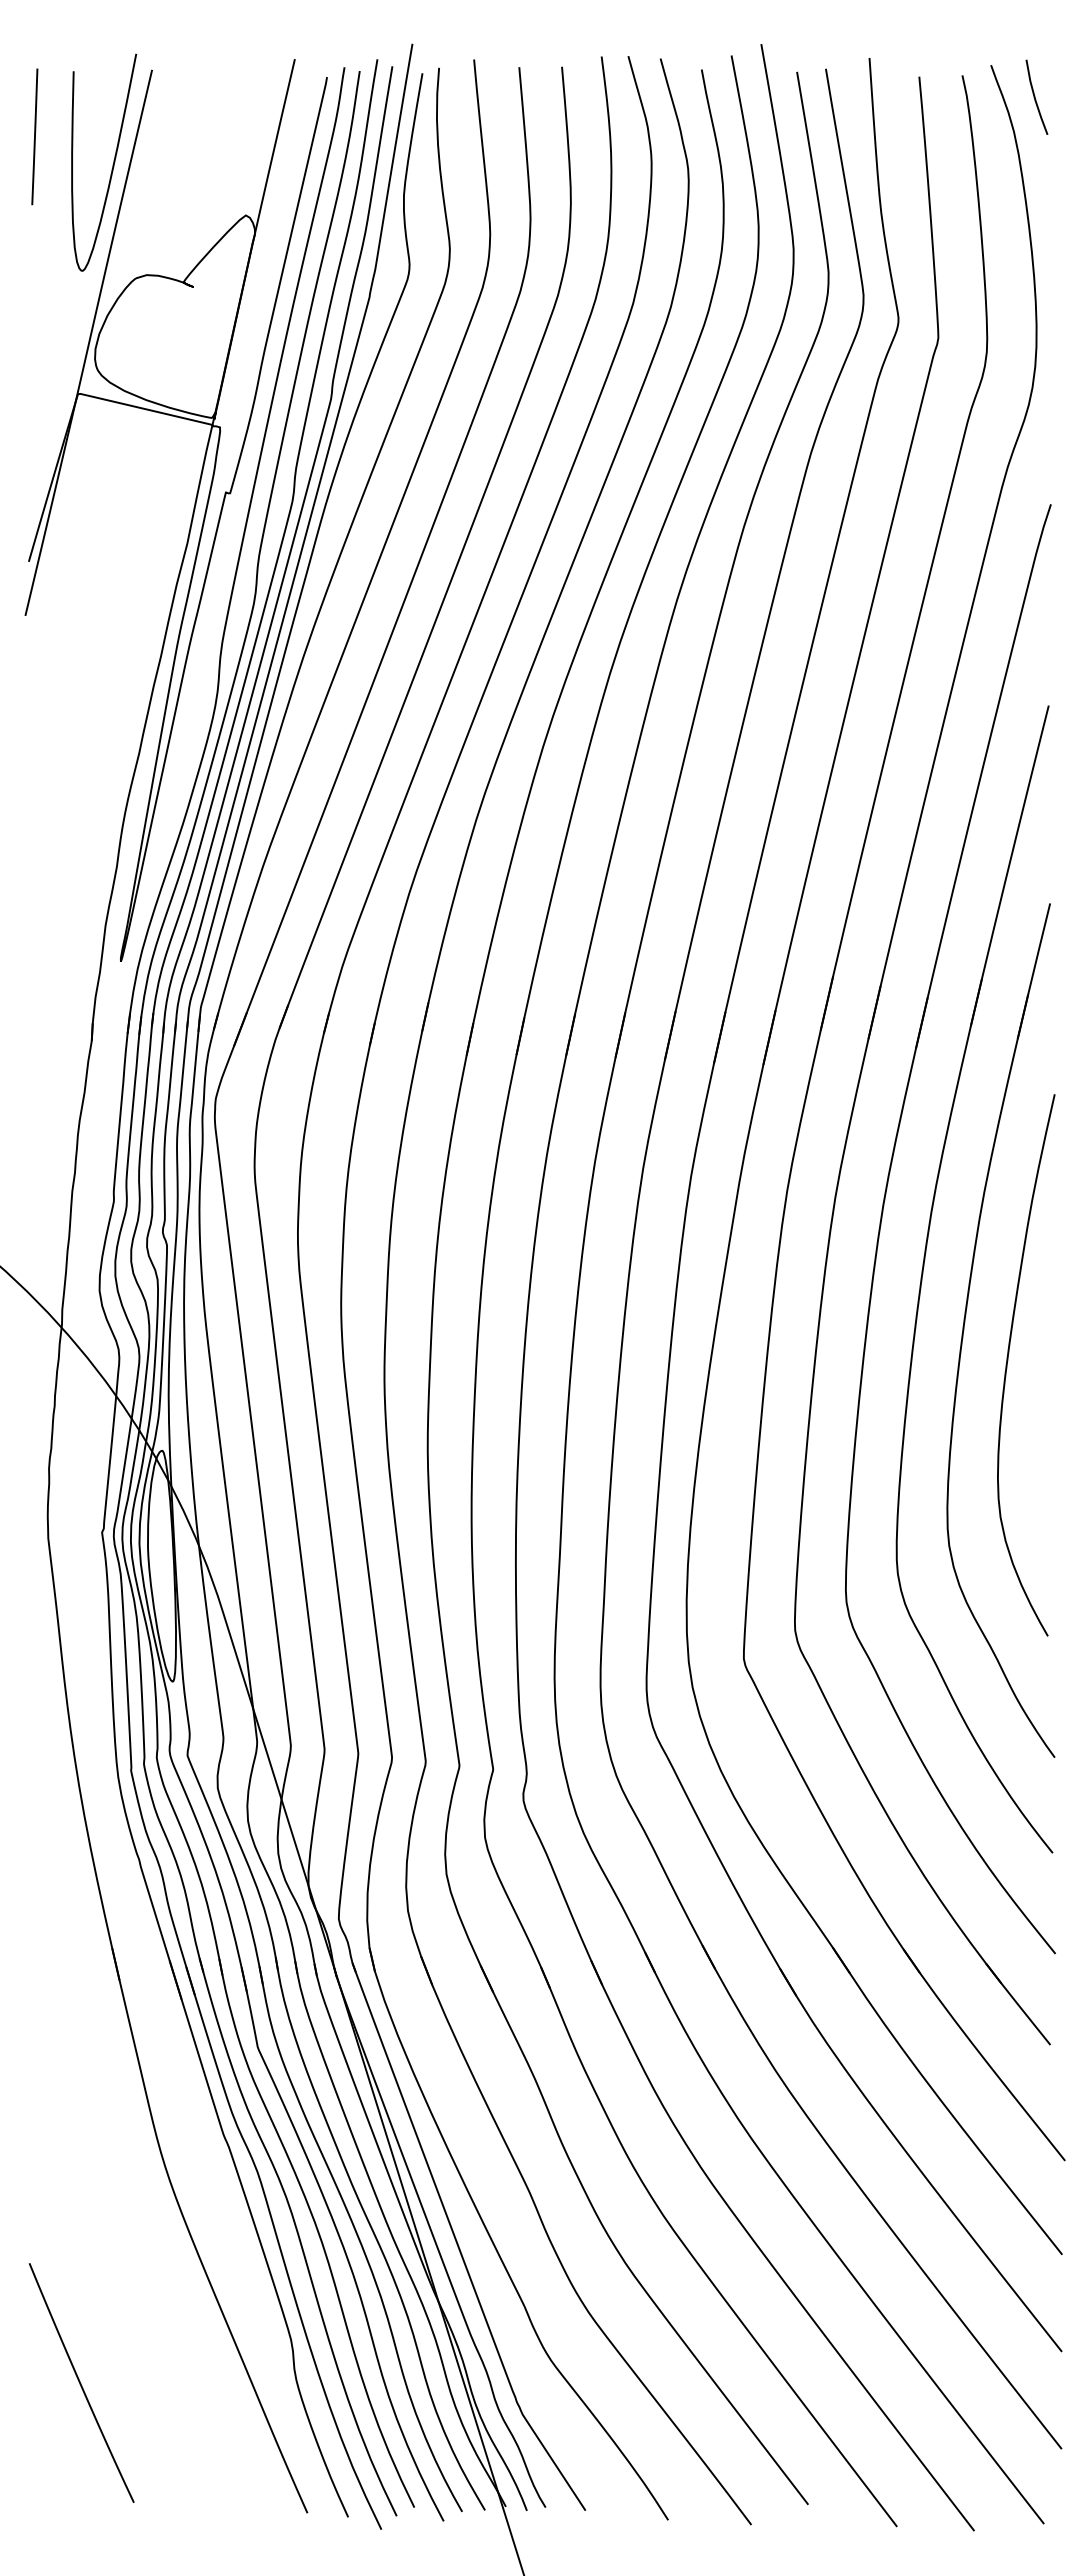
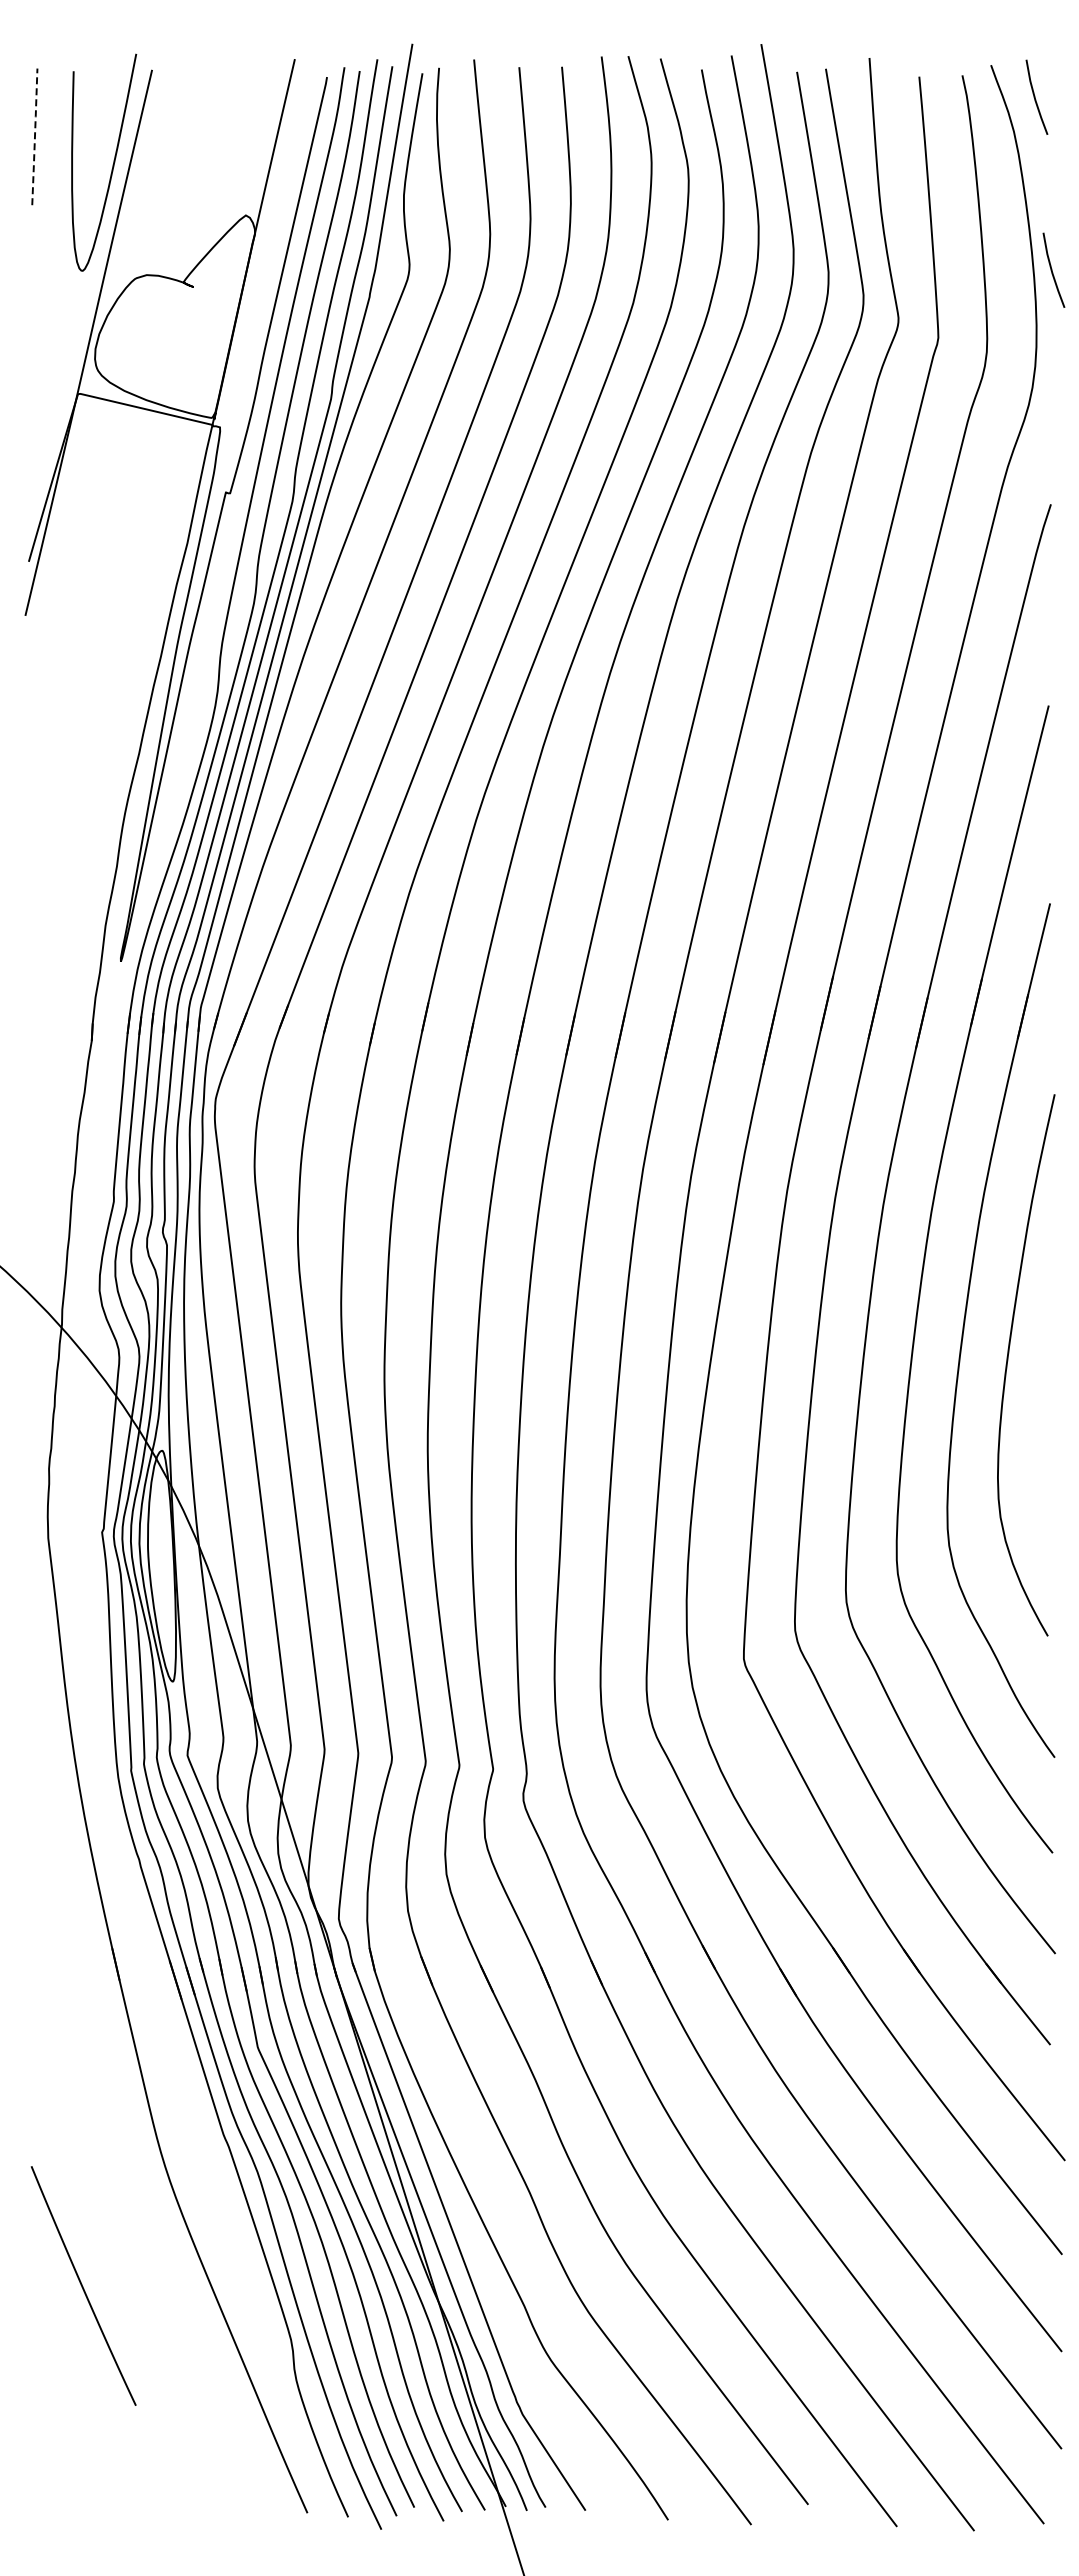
line at (34, 136): solid -> dashed
line at (1052, 269): none -> present
curve at (80, 2382) position: (80, 2382) -> (82, 2285)
